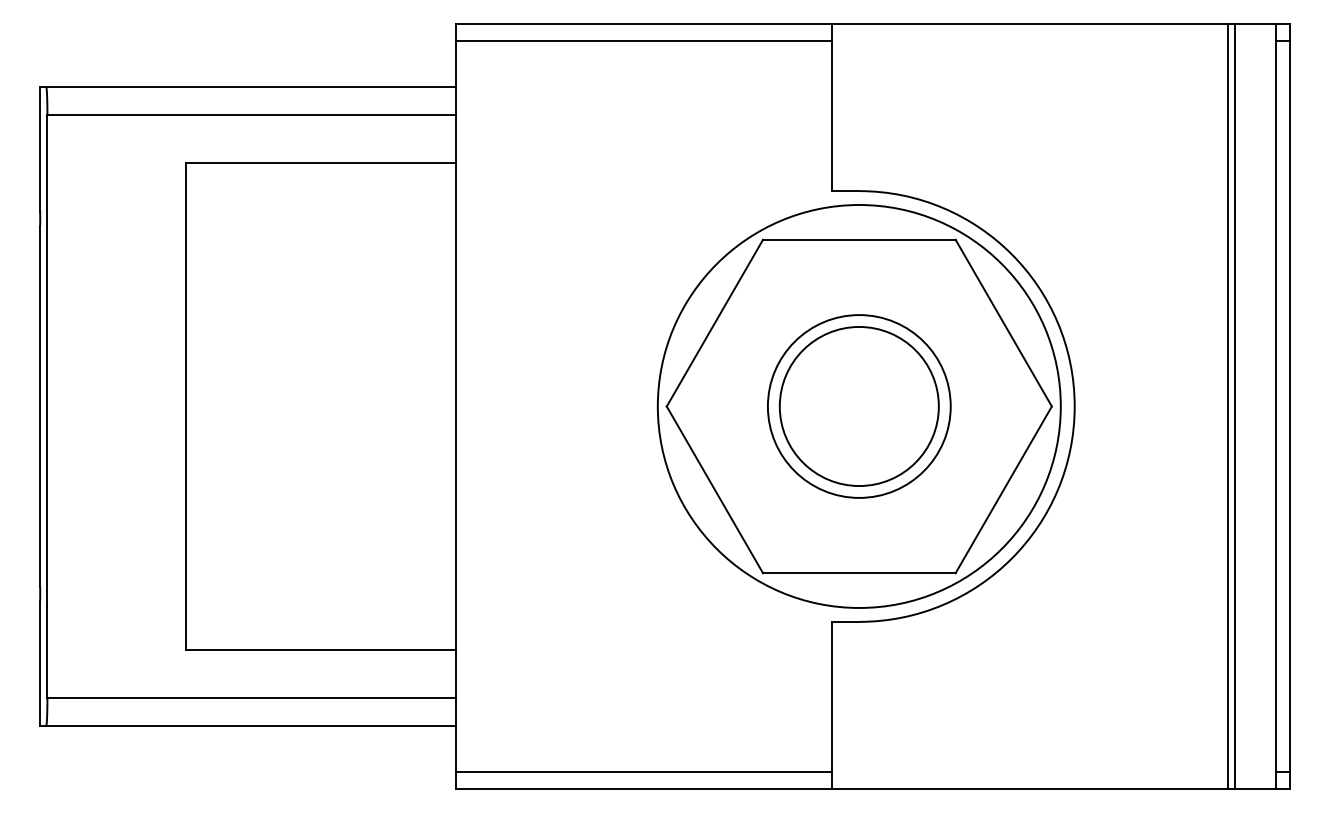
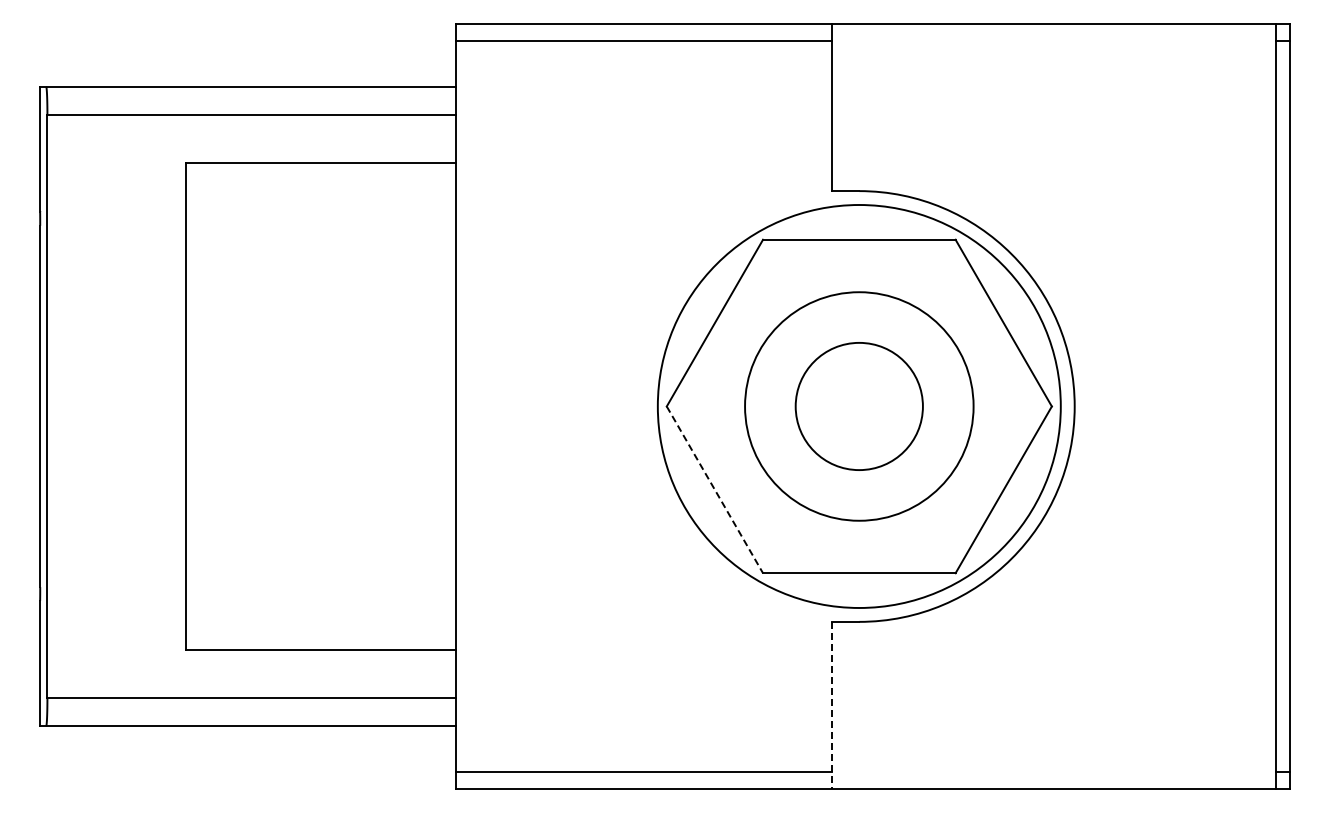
circle at (858, 406) diameter: 159 px -> 127 px
circle at (858, 406) diameter: 183 px -> 229 px
line at (1227, 406): present -> none
line at (1234, 406): present -> none
line at (715, 490): solid -> dashed
line at (831, 705): solid -> dashed
